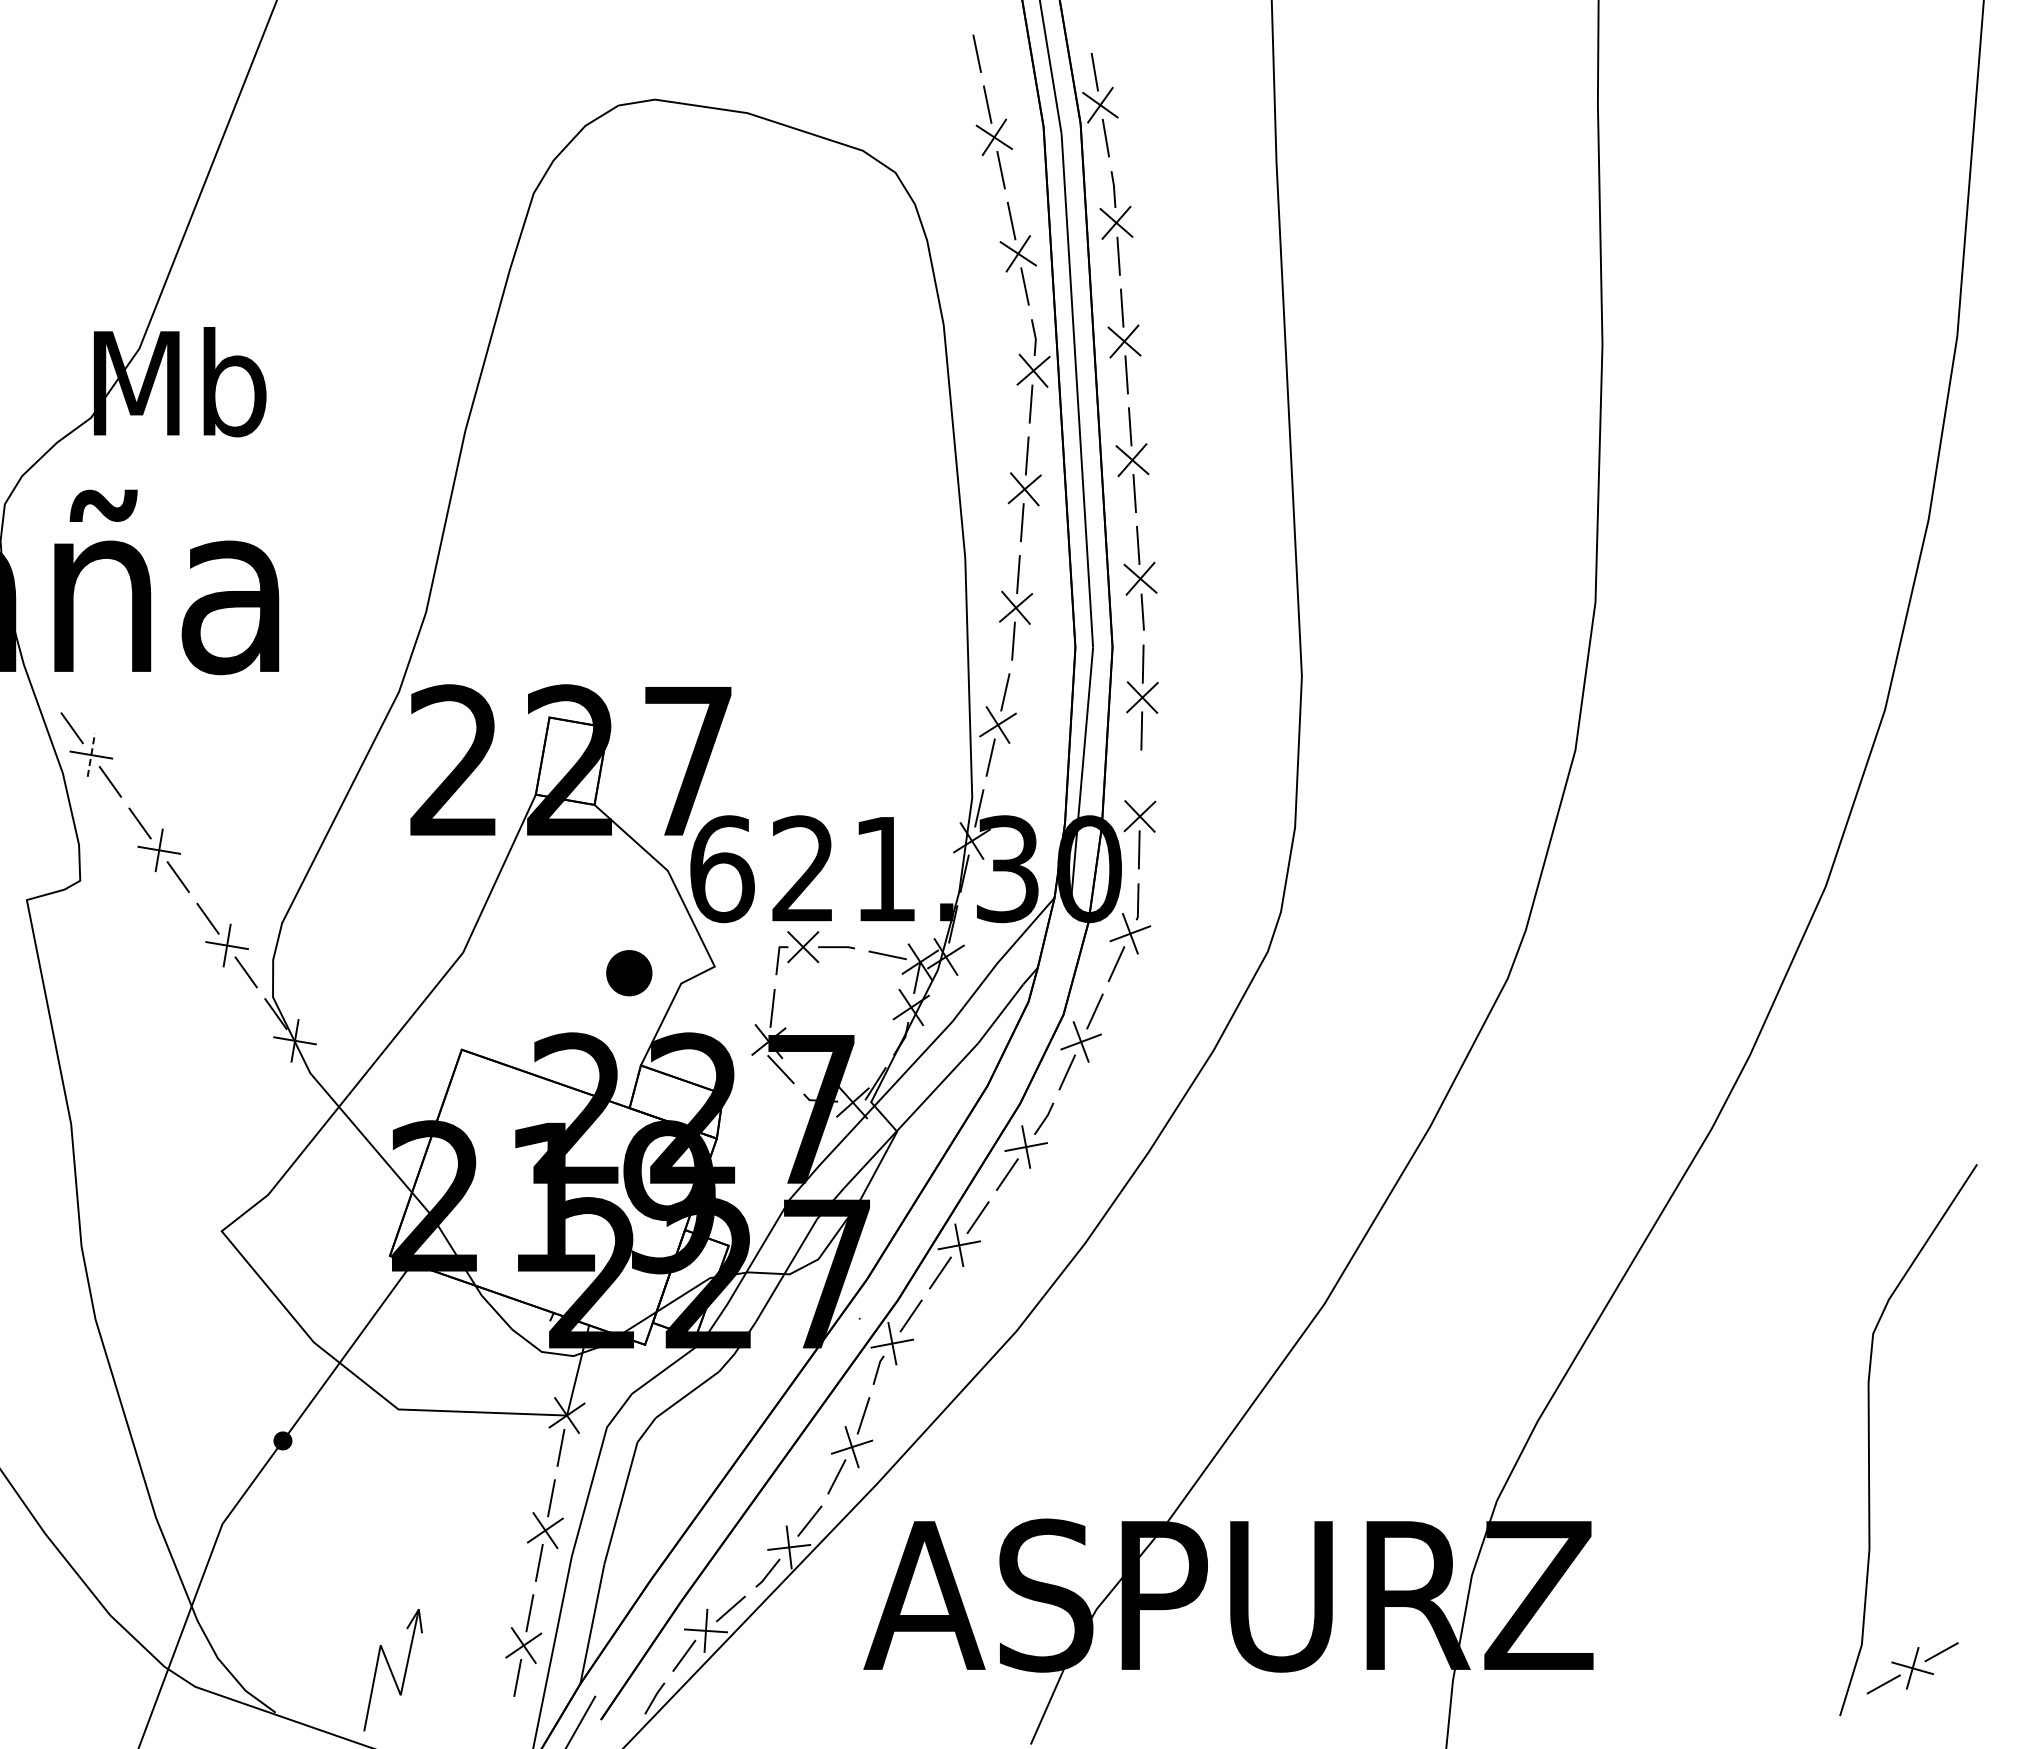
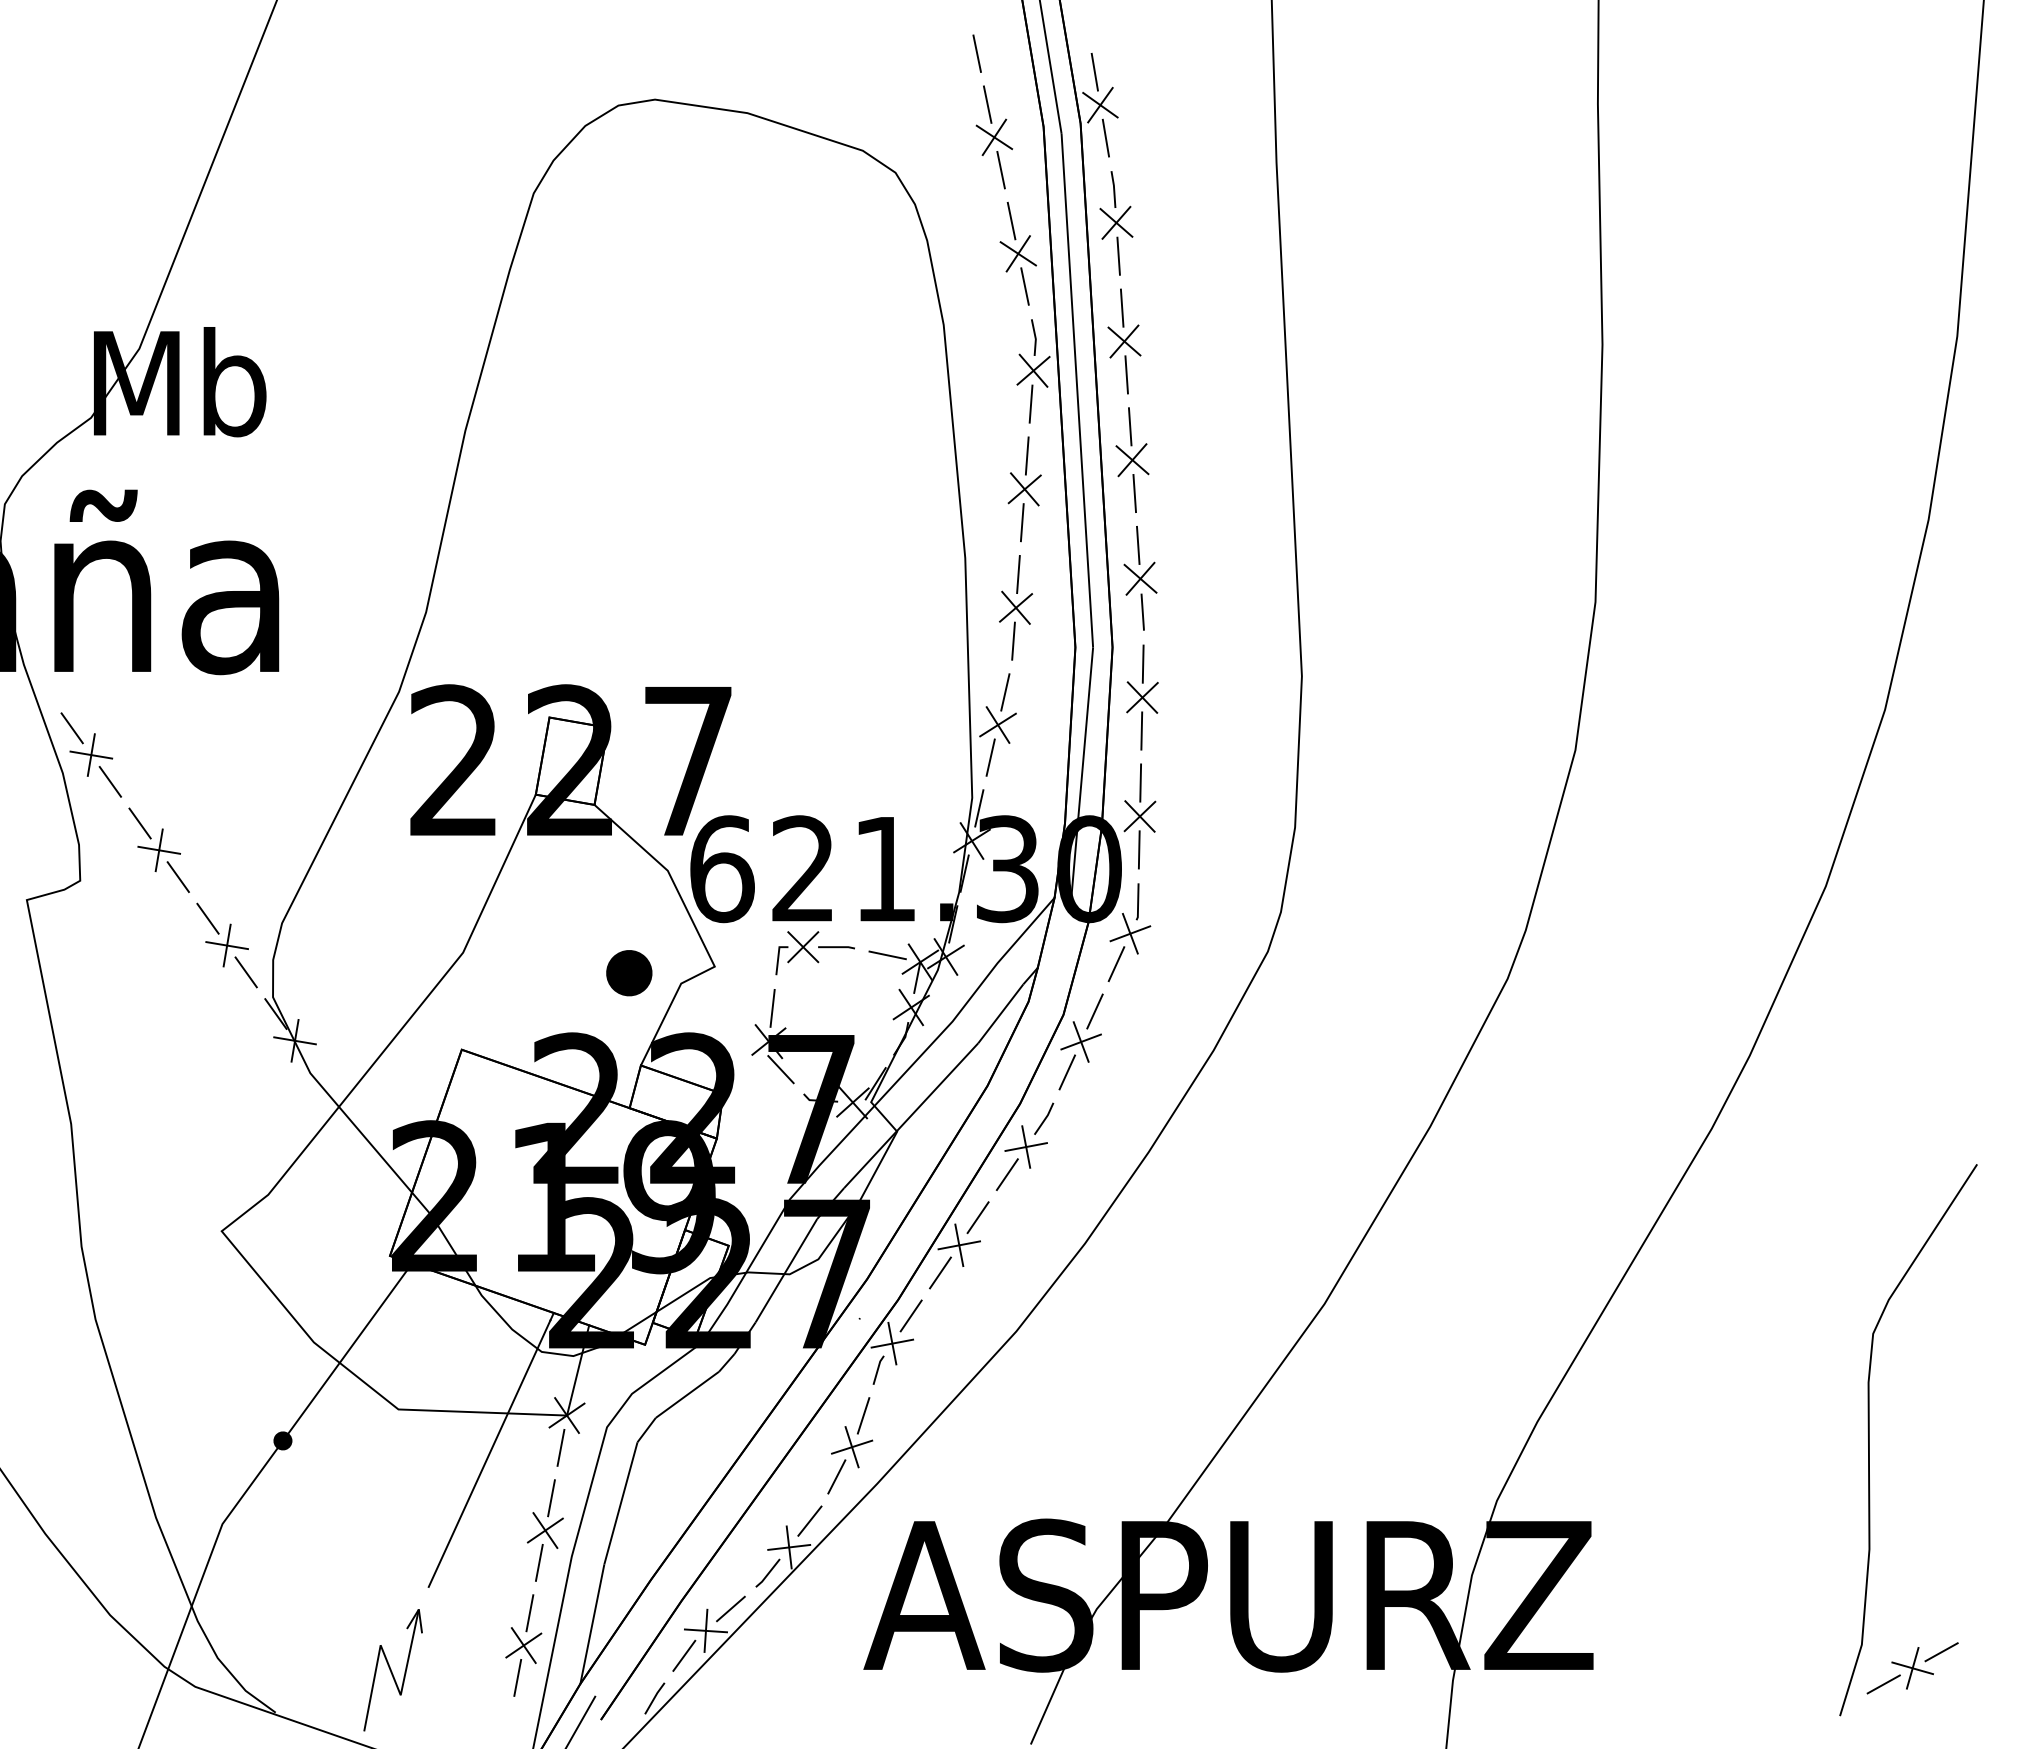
line at (91, 754): dashed -> solid
line at (1140, 782): none -> present
line at (489, 1453): none -> present
